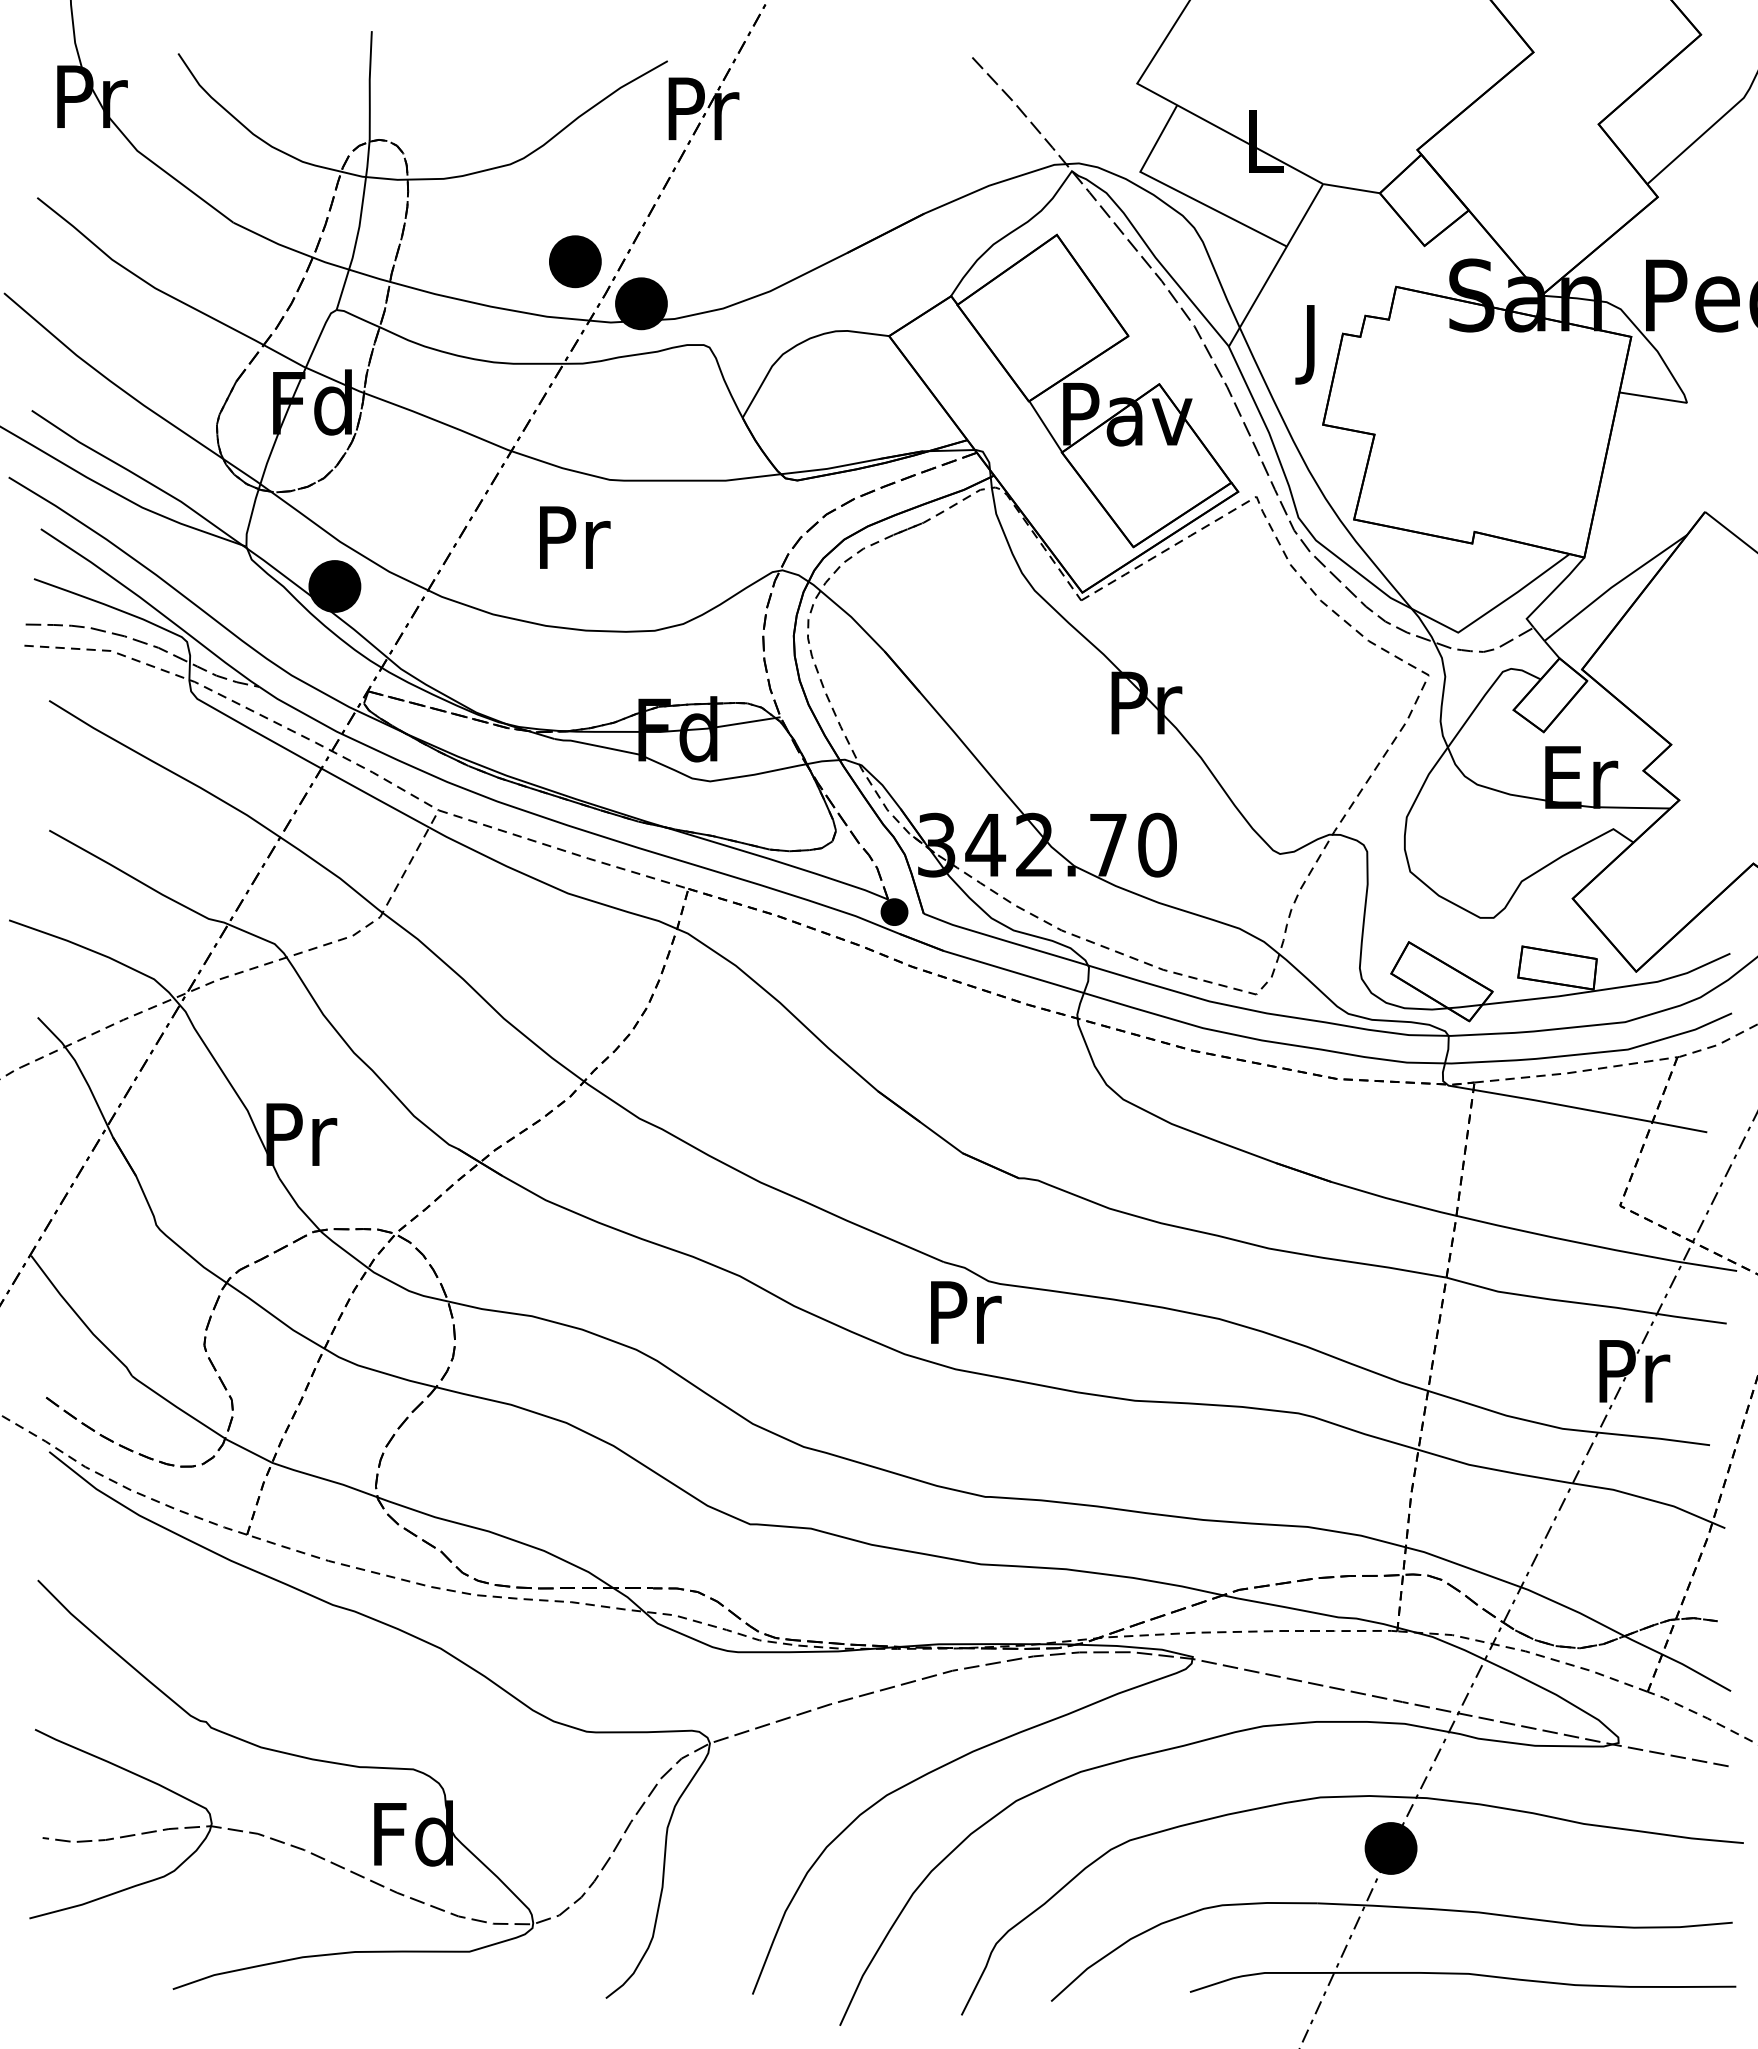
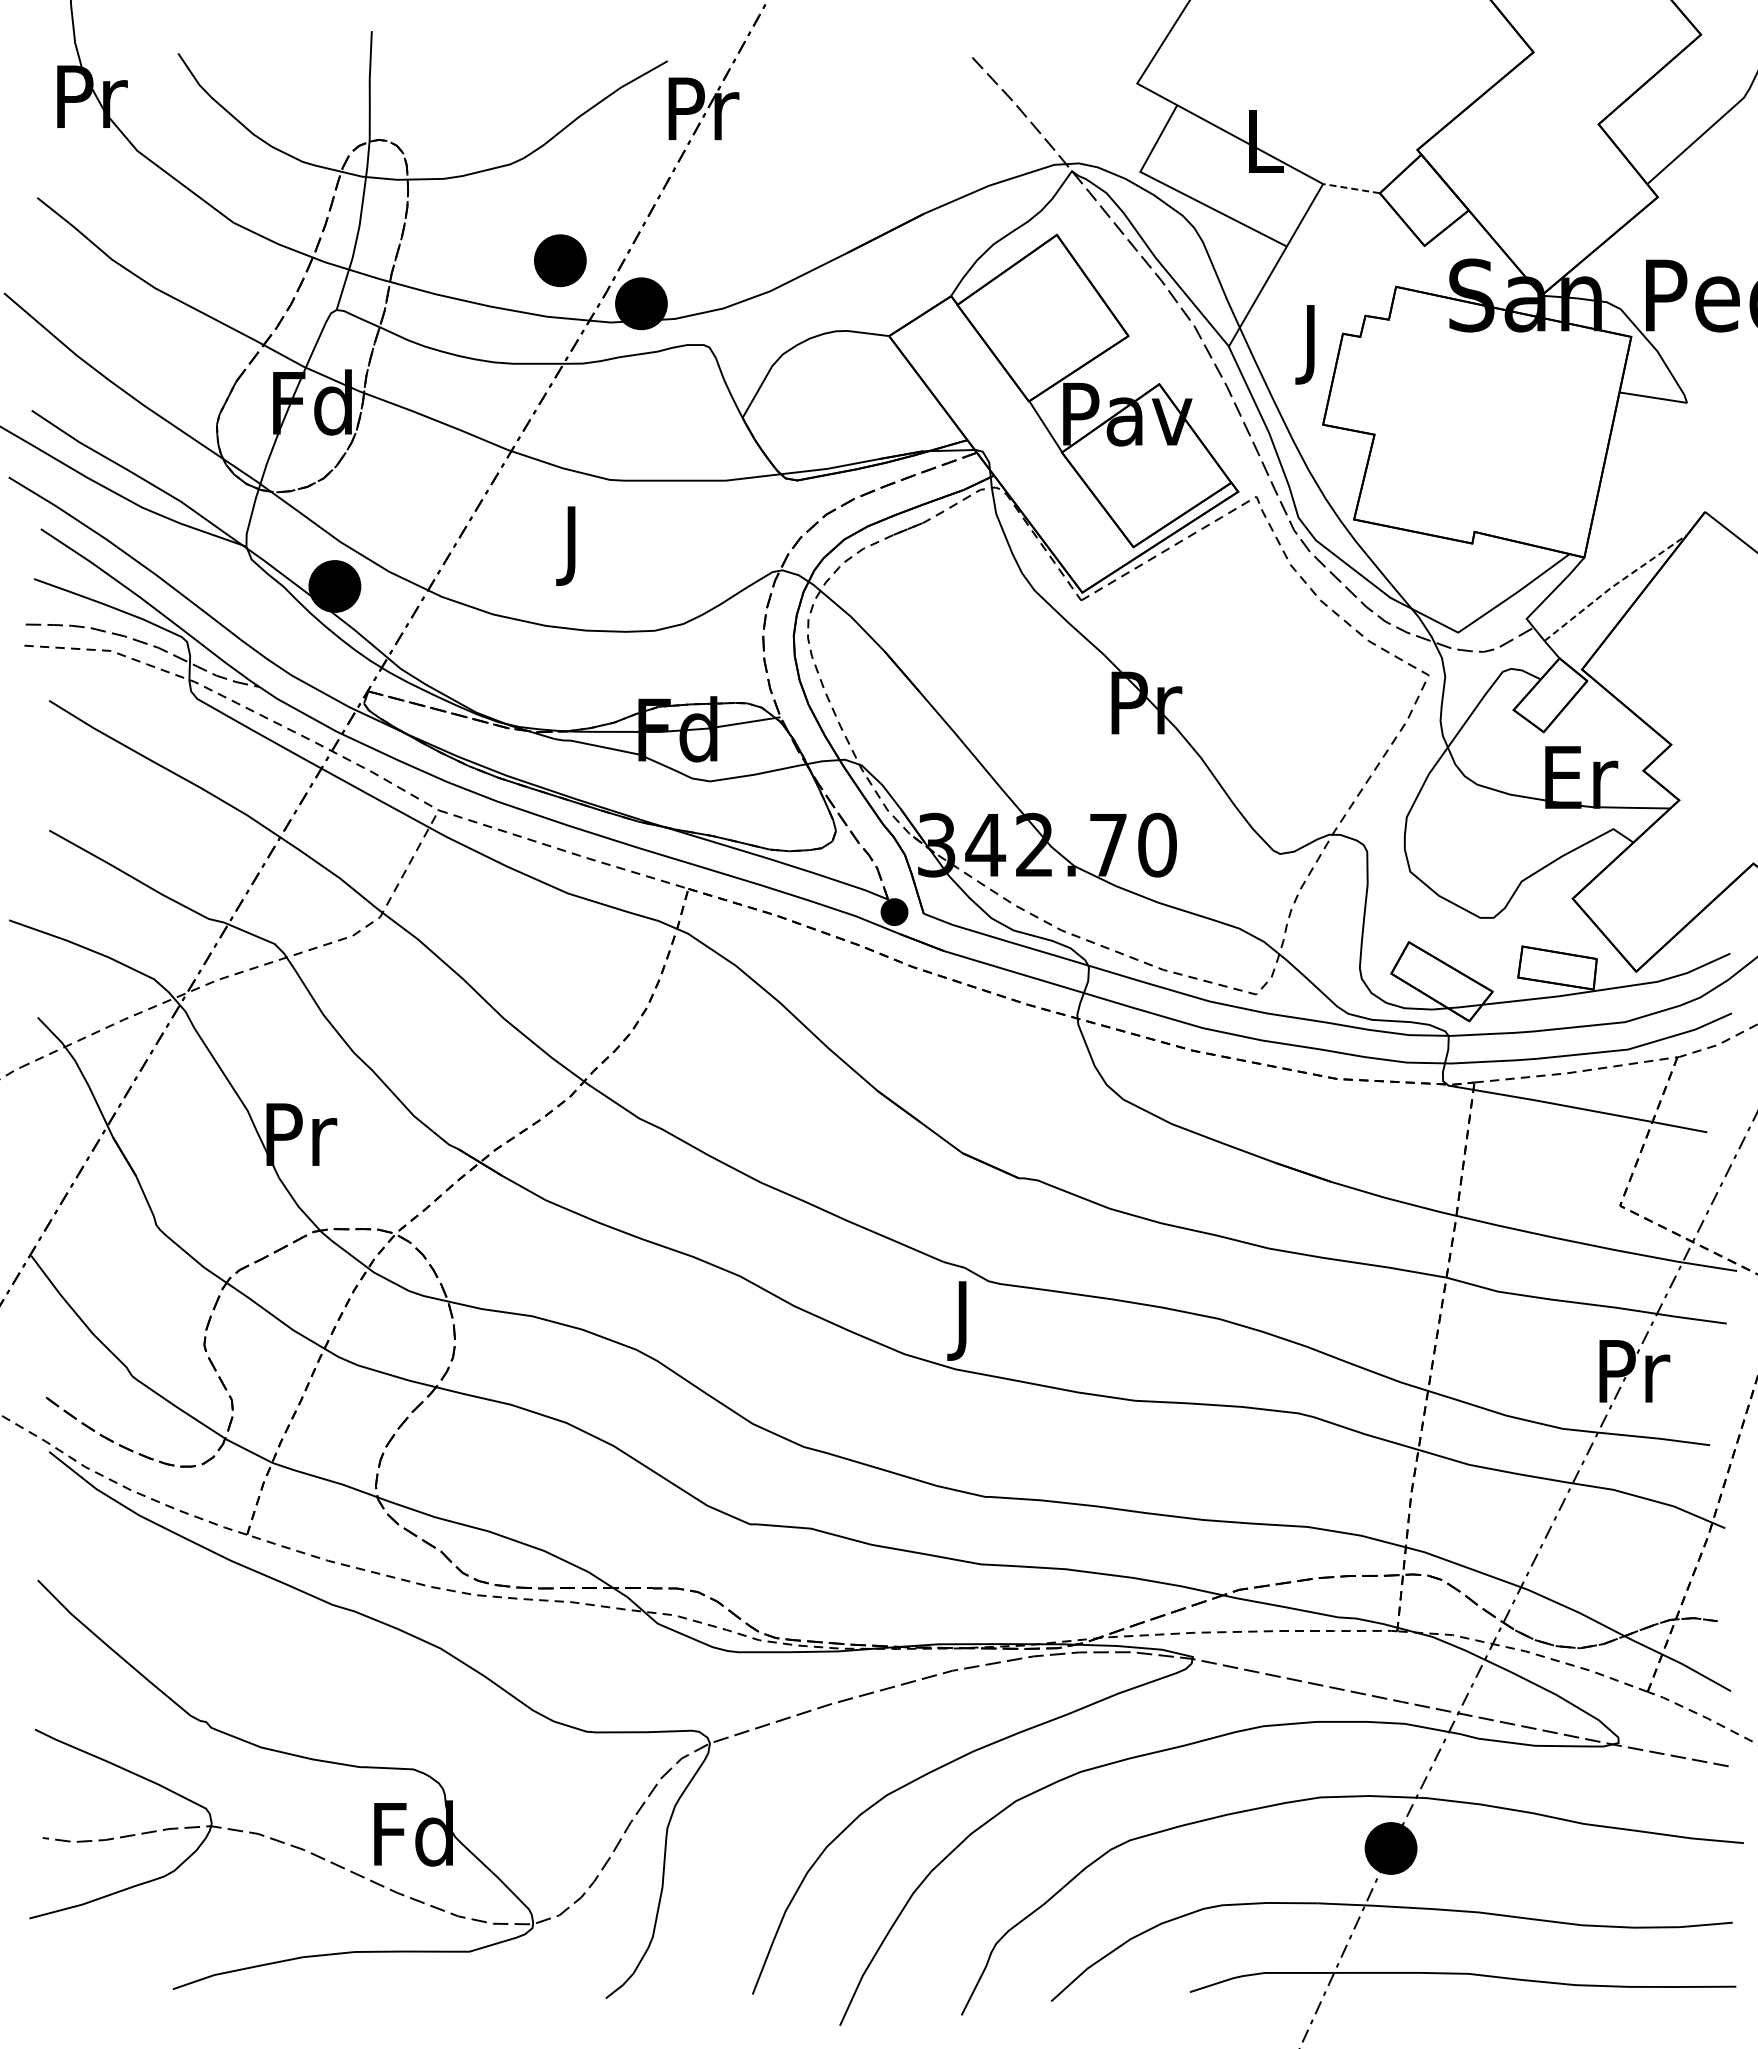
line at (1351, 188): solid -> dashed
part at (575, 261) position: (575, 261) -> (560, 260)
text at (575, 545): Pr -> J
line at (1613, 585): solid -> dashed
text at (966, 1320): Pr -> J
